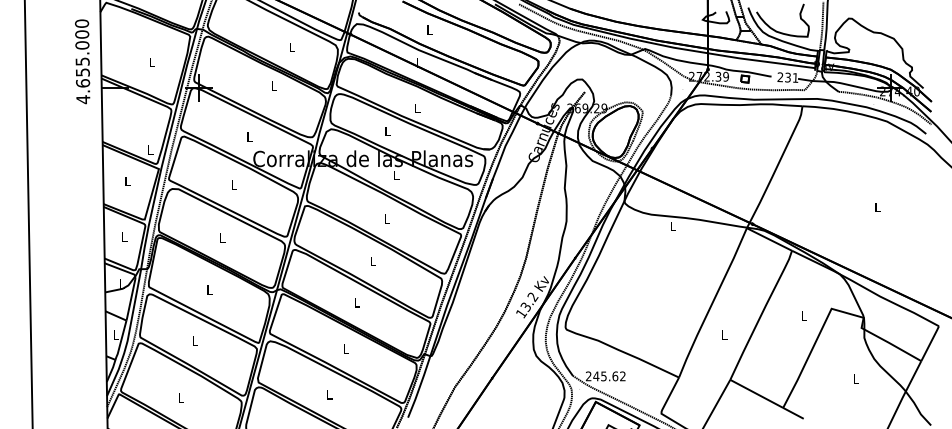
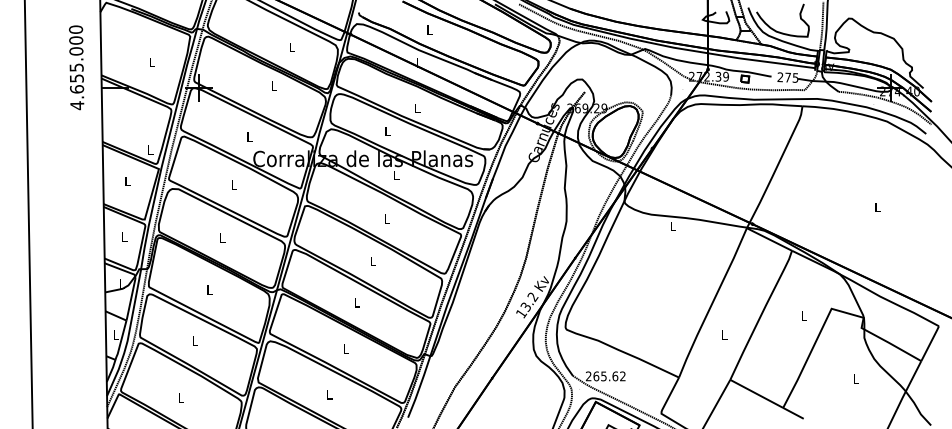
text at (82, 61) position: (82, 61) -> (76, 67)
text at (791, 77): 231 -> 275
text at (596, 376): 245.62 -> 265.62
